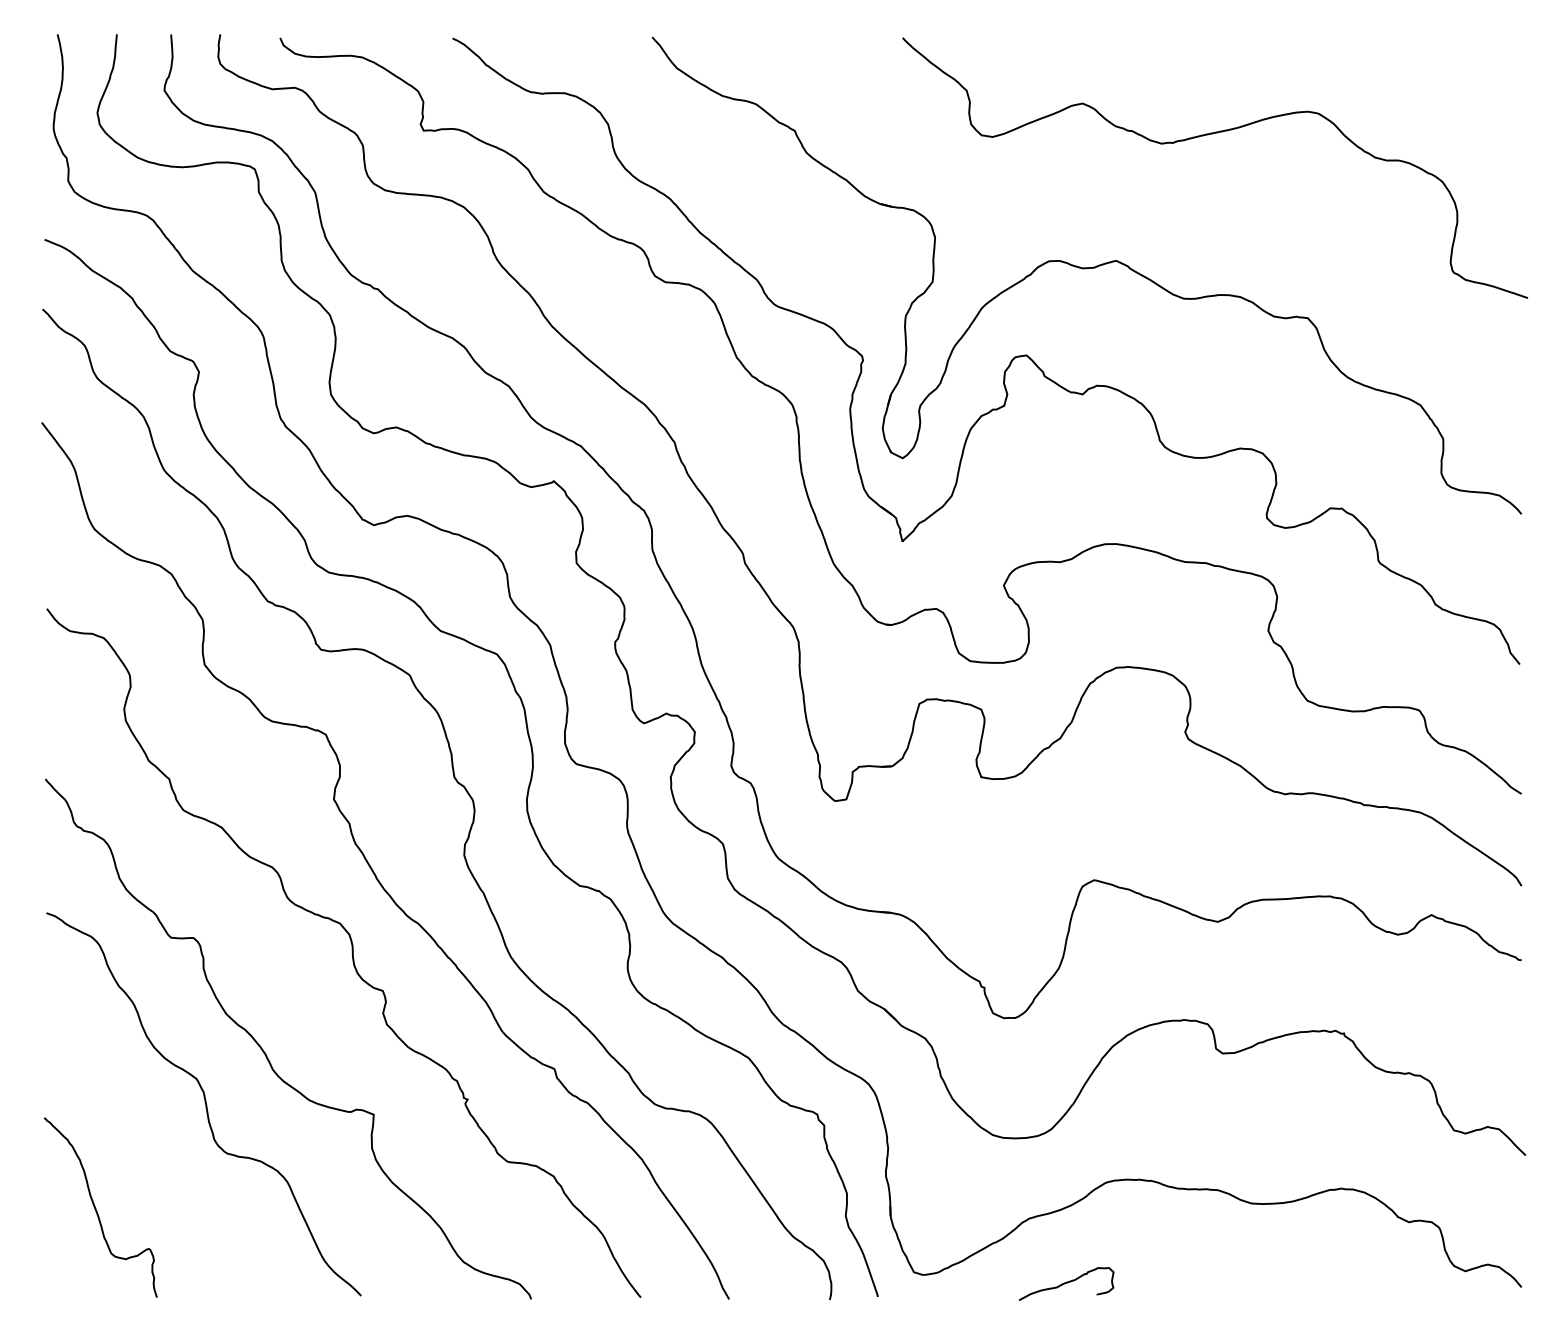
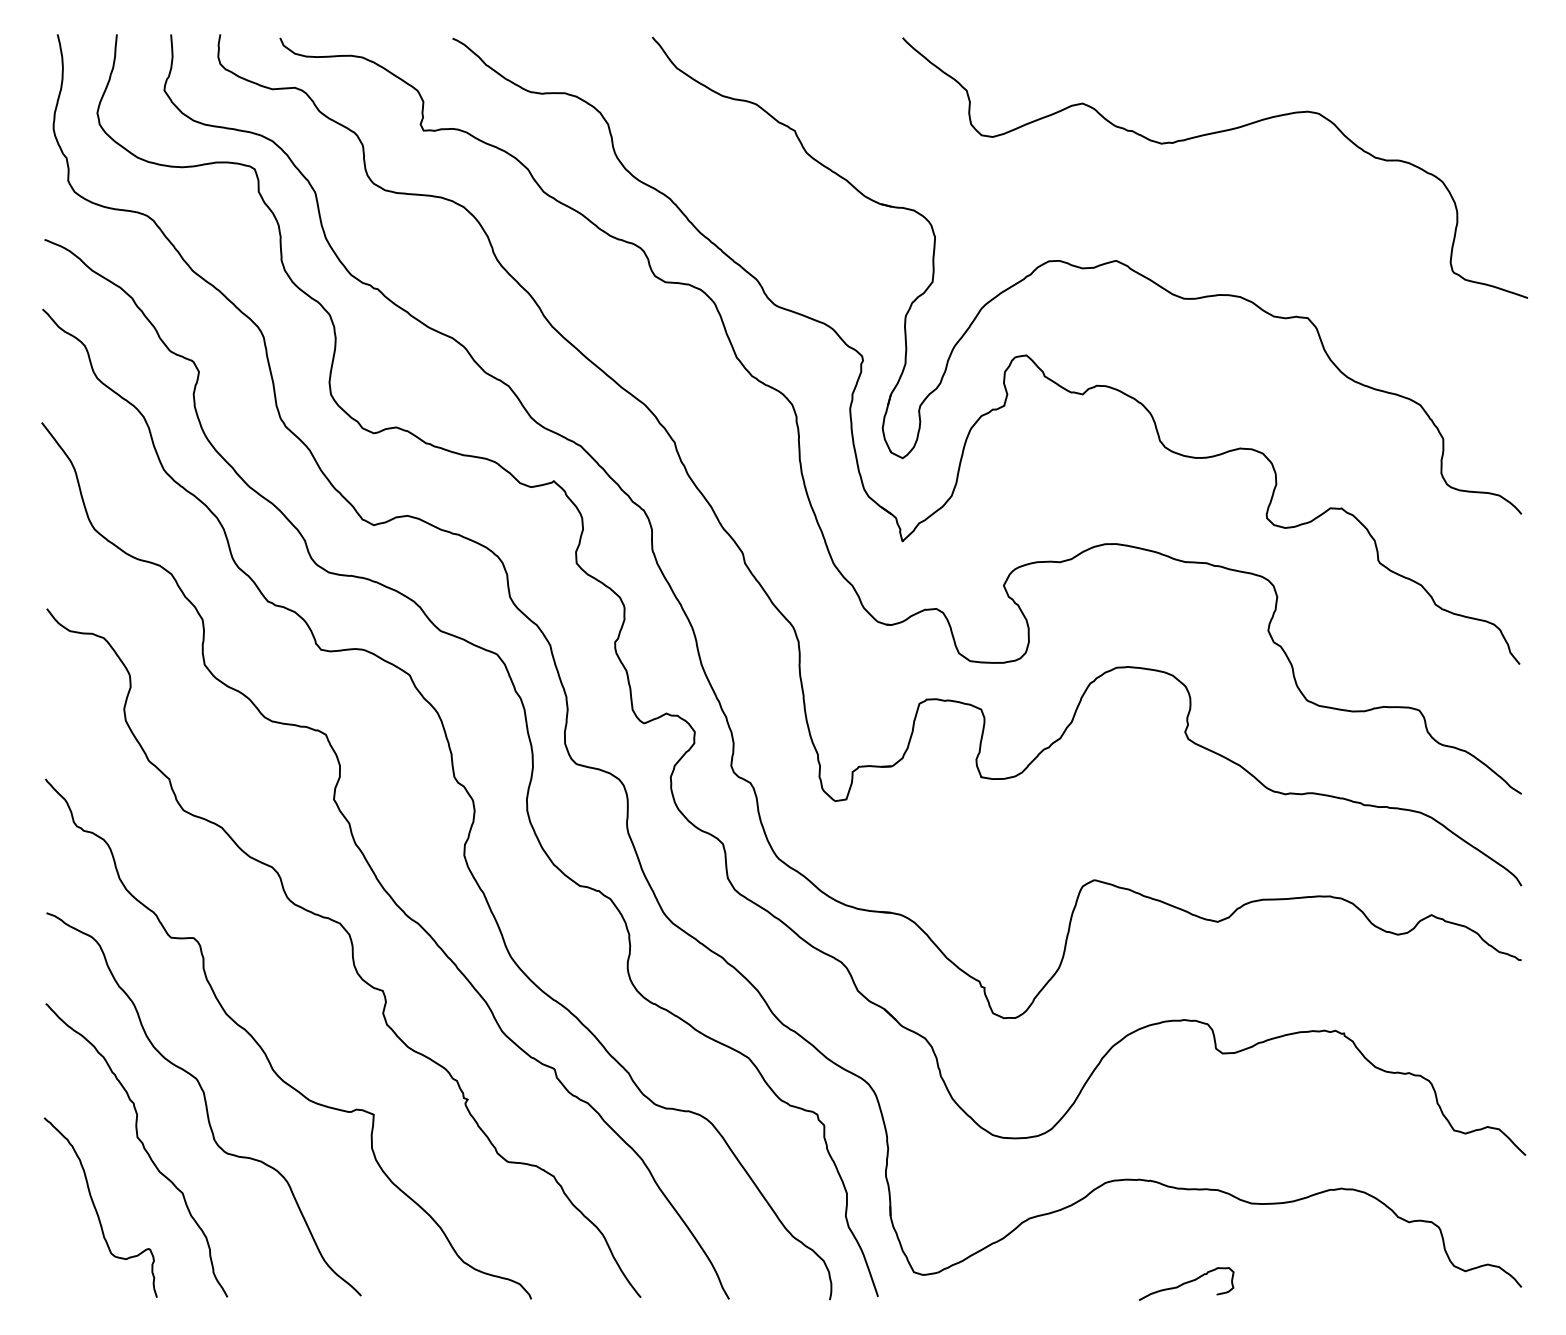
curve at (142, 1146): none -> present
curve at (1066, 1283) position: (1066, 1283) -> (1186, 1283)
